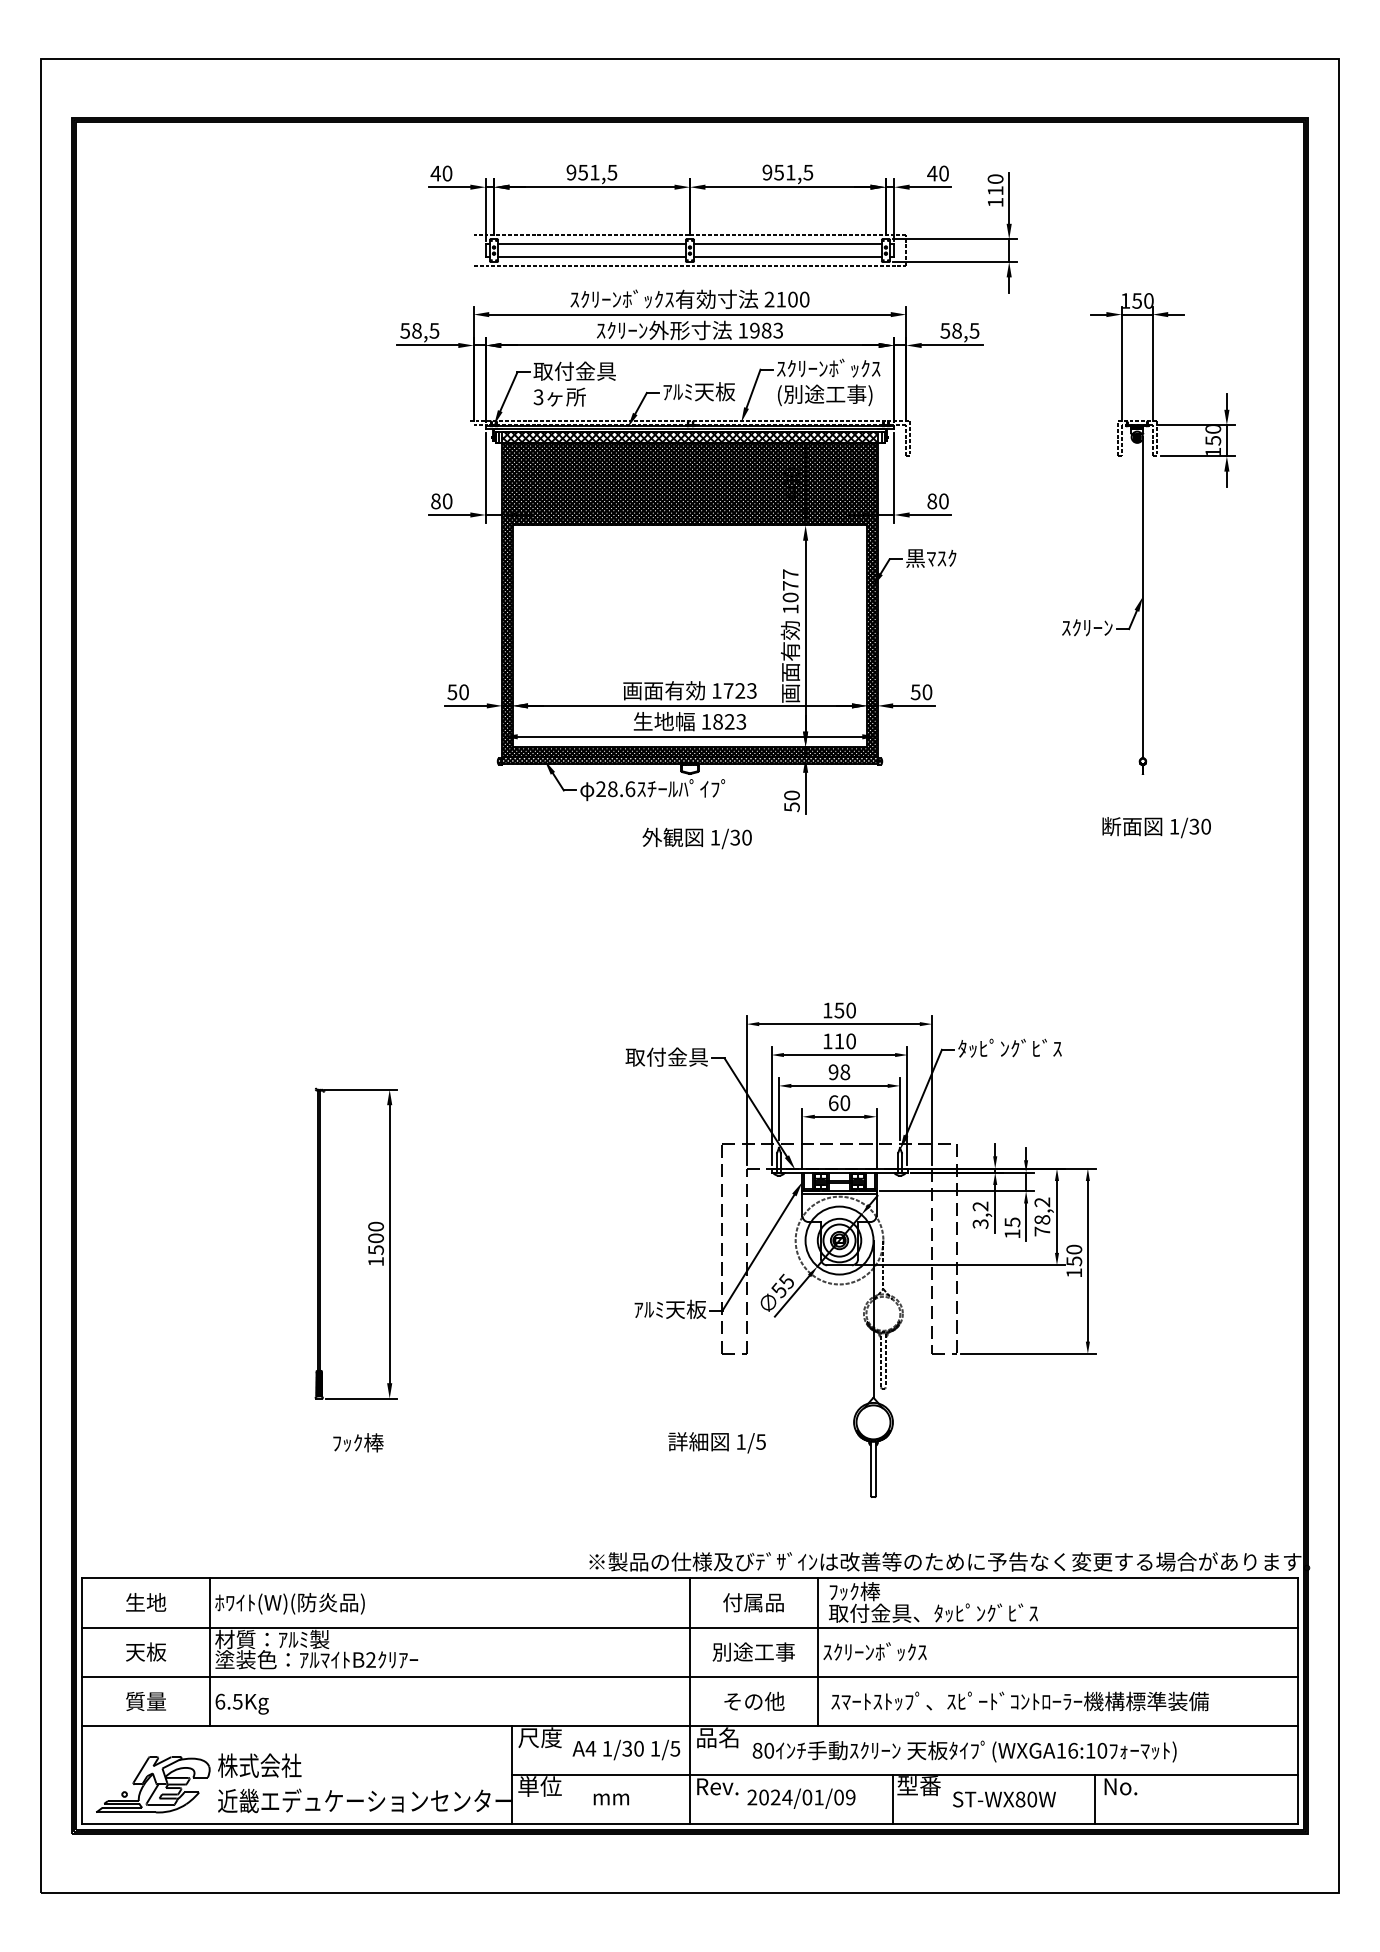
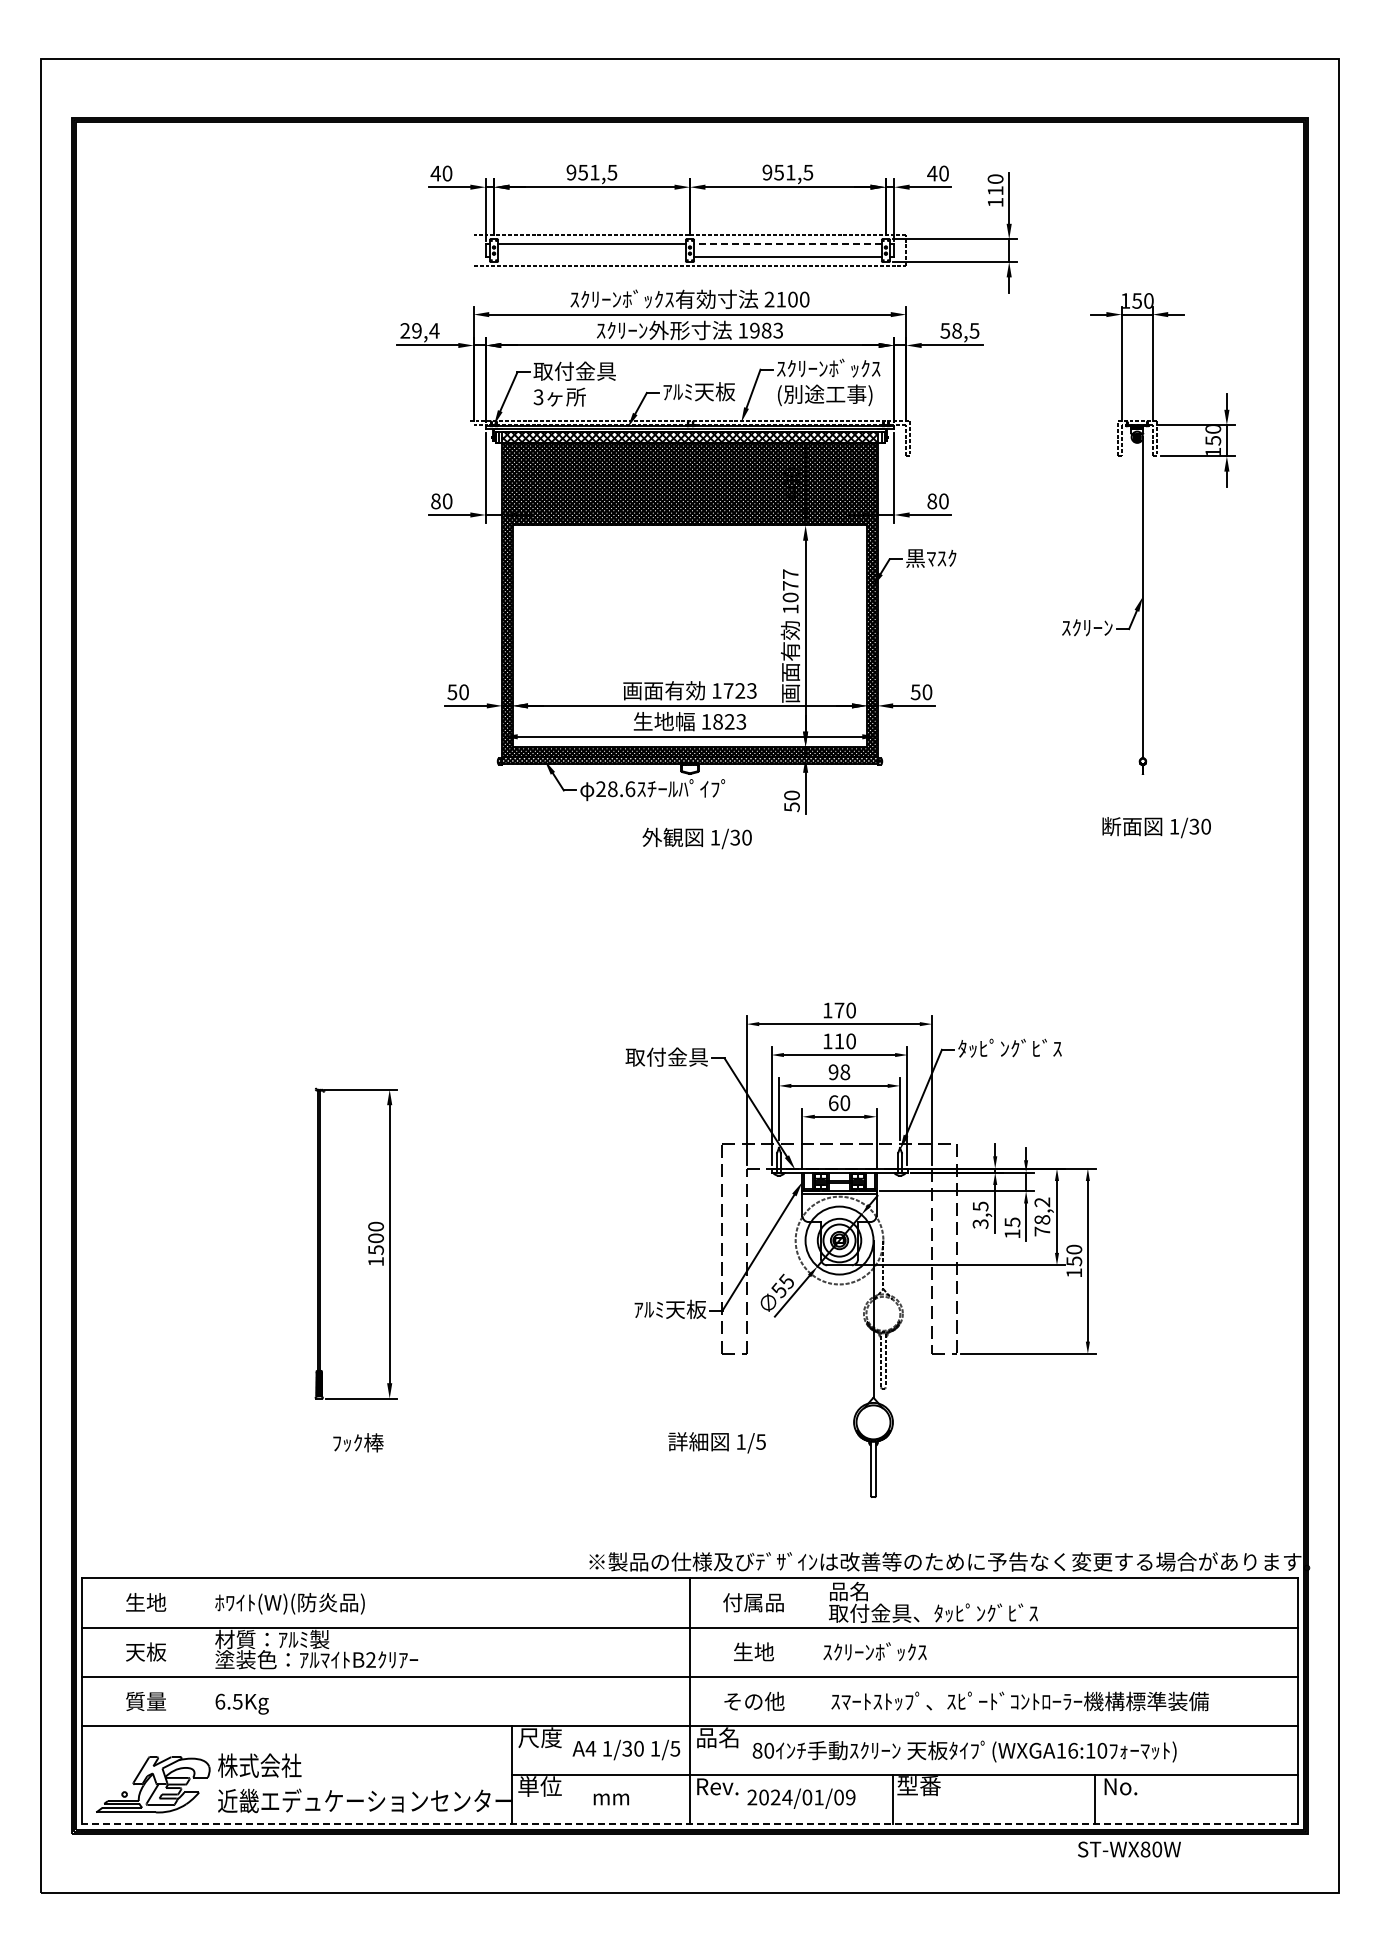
line at (787, 244): solid -> dashed
line at (591, 256): present -> none
text at (419, 330): 58,5 -> 29,4
text at (839, 1010): 150 -> 170
text at (980, 1206): 3,2 -> 3,5
text at (854, 1591): ﾌｯｸ棒 -> 品名
text at (753, 1651): 別途工事 -> 生地
line at (209, 1652): present -> none
line at (817, 1652): present -> none
text at (1004, 1799) position: (1004, 1799) -> (1129, 1849)
line at (689, 1823): solid -> dashed
